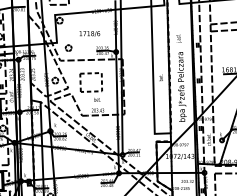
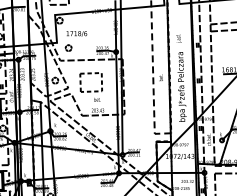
text at (89, 33) position: (89, 33) -> (76, 33)
line at (153, 76): solid -> dashed
